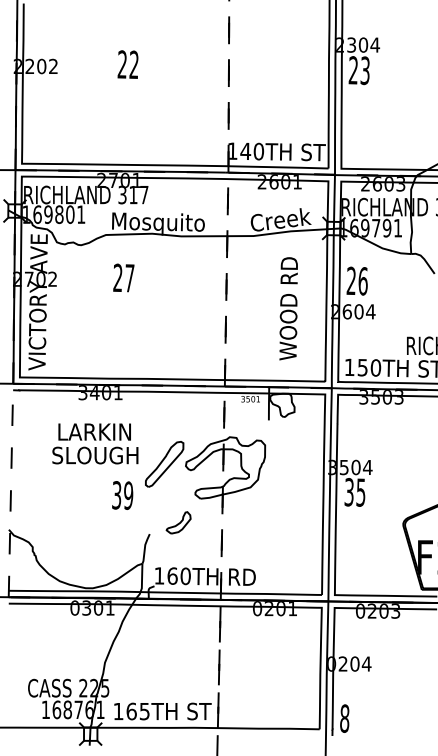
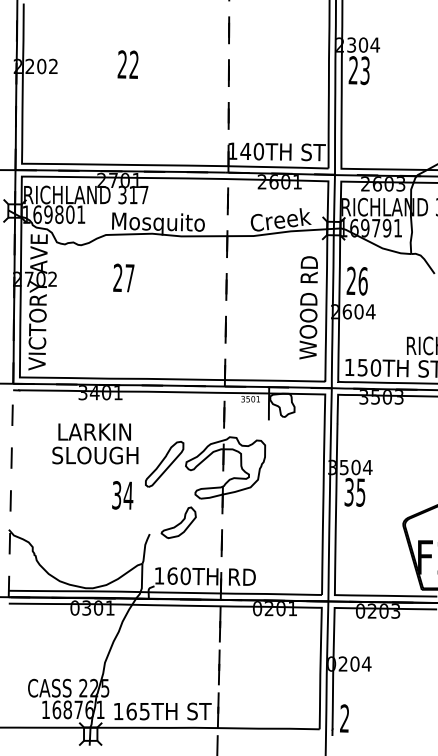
text at (288, 308) position: (288, 308) -> (308, 307)
text at (128, 495): 39 -> 34
part at (178, 522) size: 27x24 px -> 37x34 px
text at (344, 718): 8 -> 2
